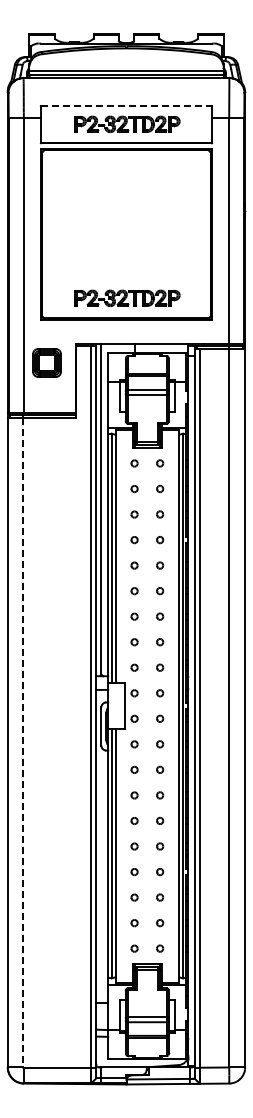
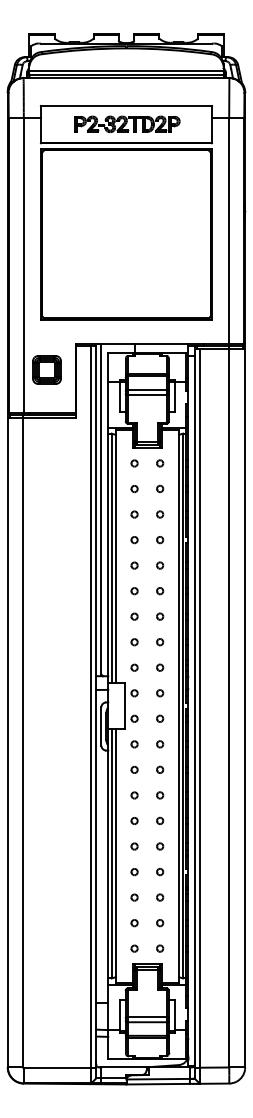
line at (126, 106): dashed -> solid
part at (127, 297): present -> none
part at (46, 362) position: (46, 362) -> (46, 369)
line at (22, 742): dashed -> solid
